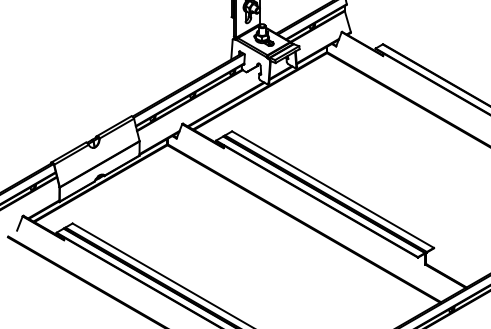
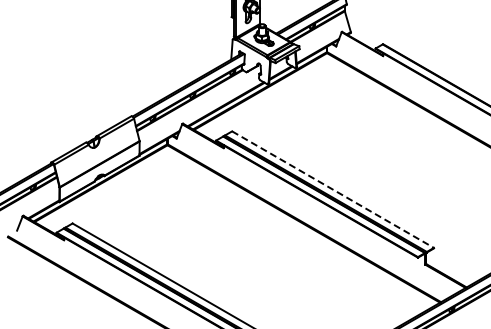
line at (333, 189): solid -> dashed
